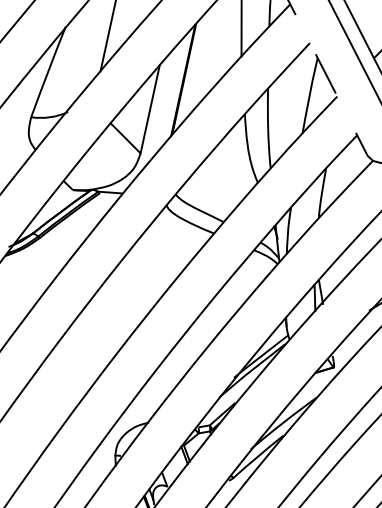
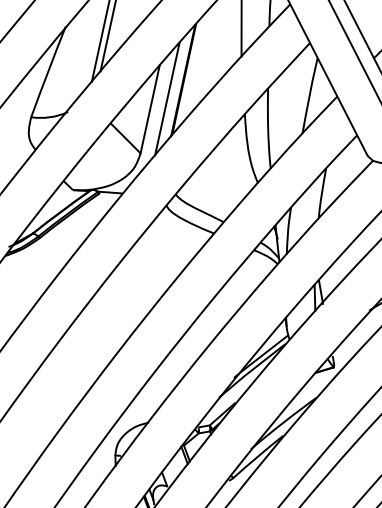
line at (100, 41): none -> present
line at (327, 77): dashed -> solid
line at (167, 98): none -> present
